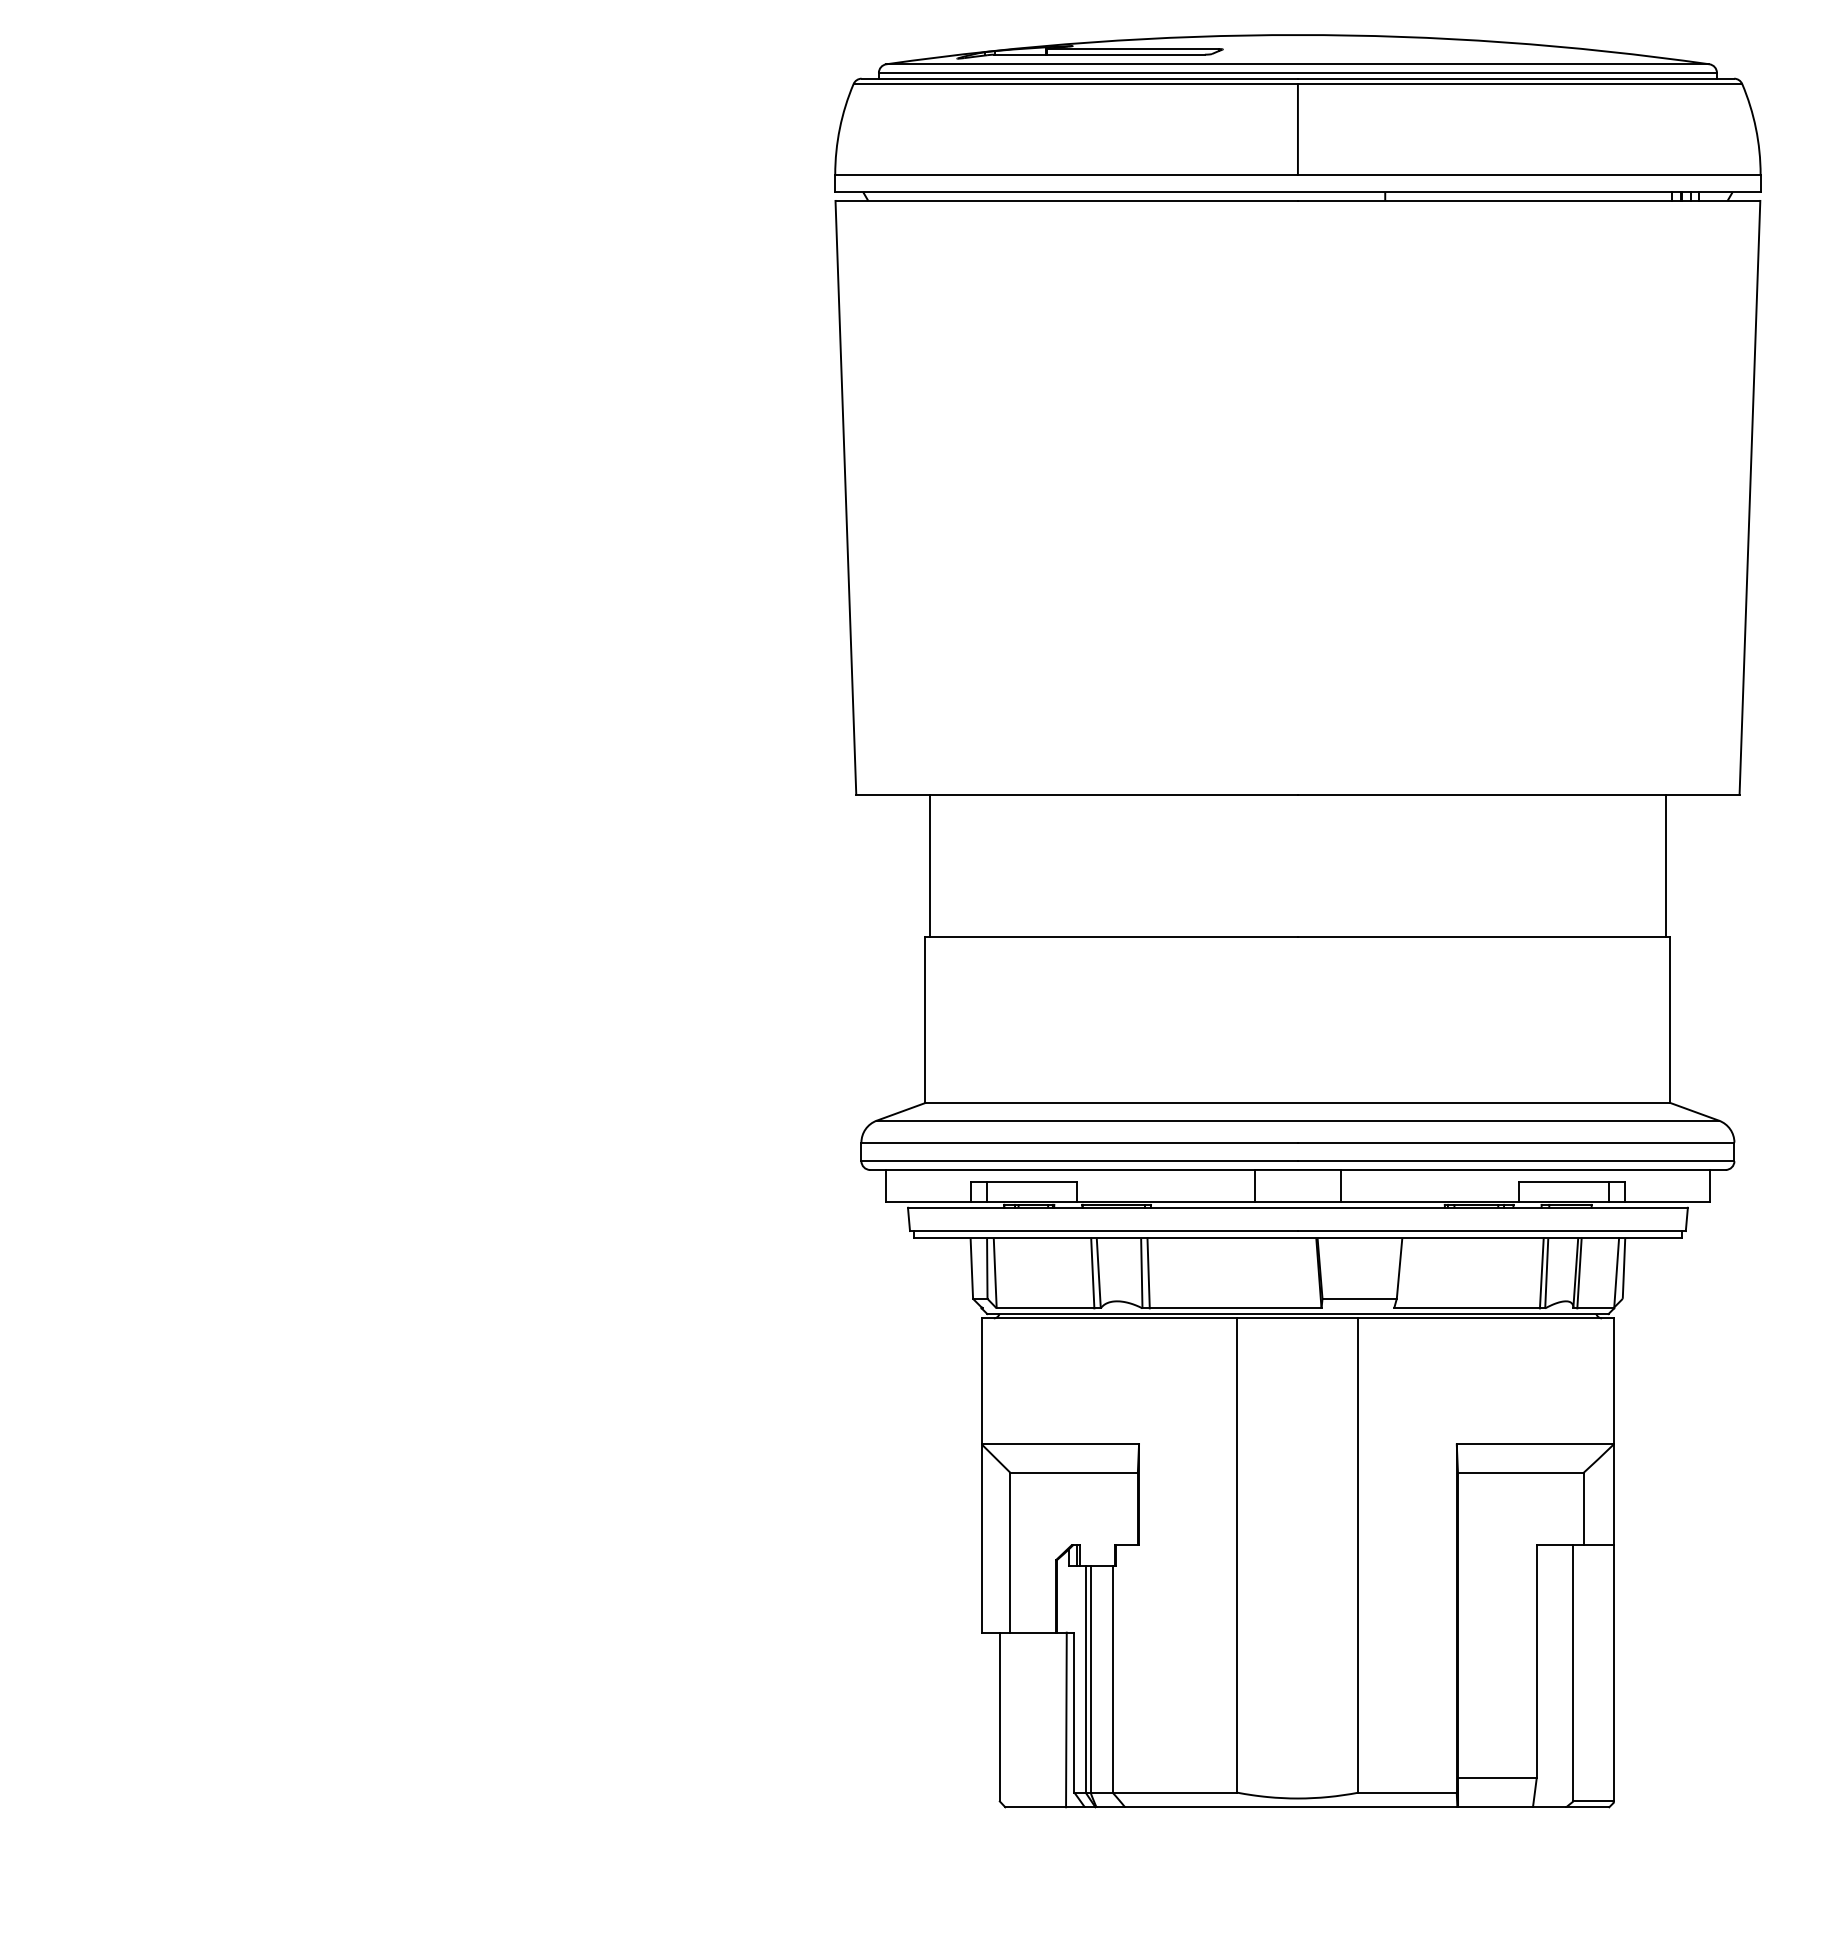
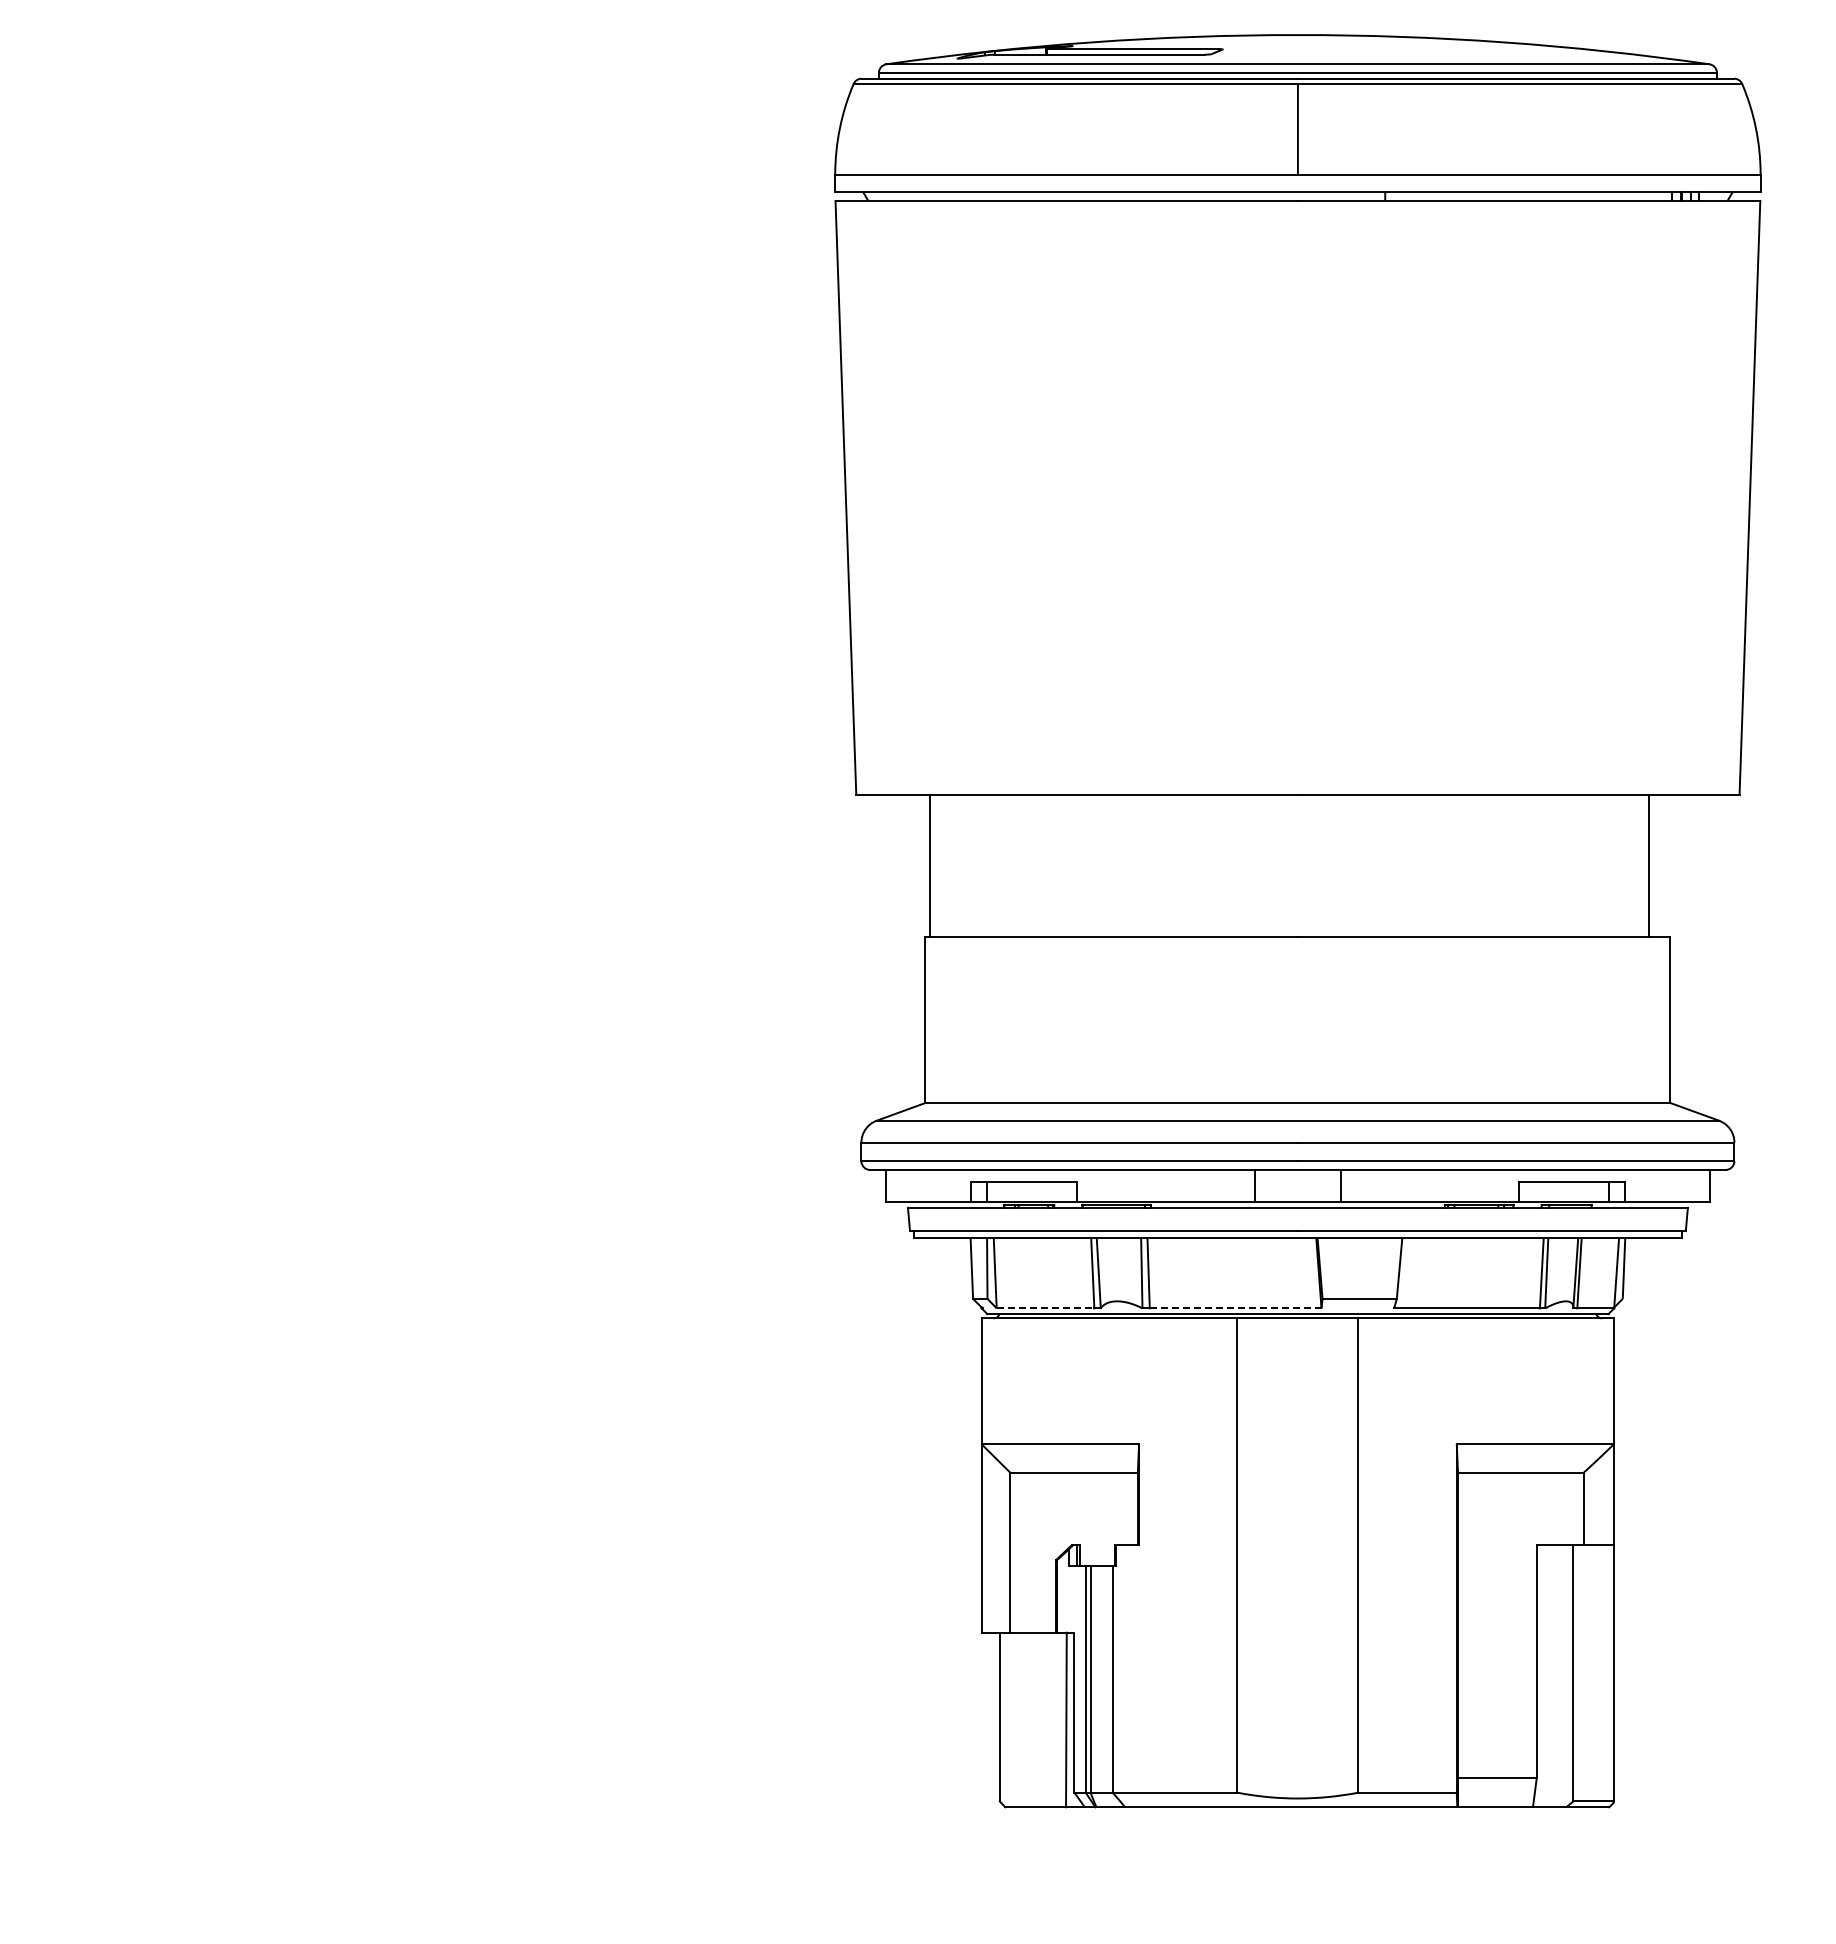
line at (1666, 865) position: (1666, 865) -> (1649, 865)
line at (1045, 1308): solid -> dashed
line at (1235, 1308): solid -> dashed
